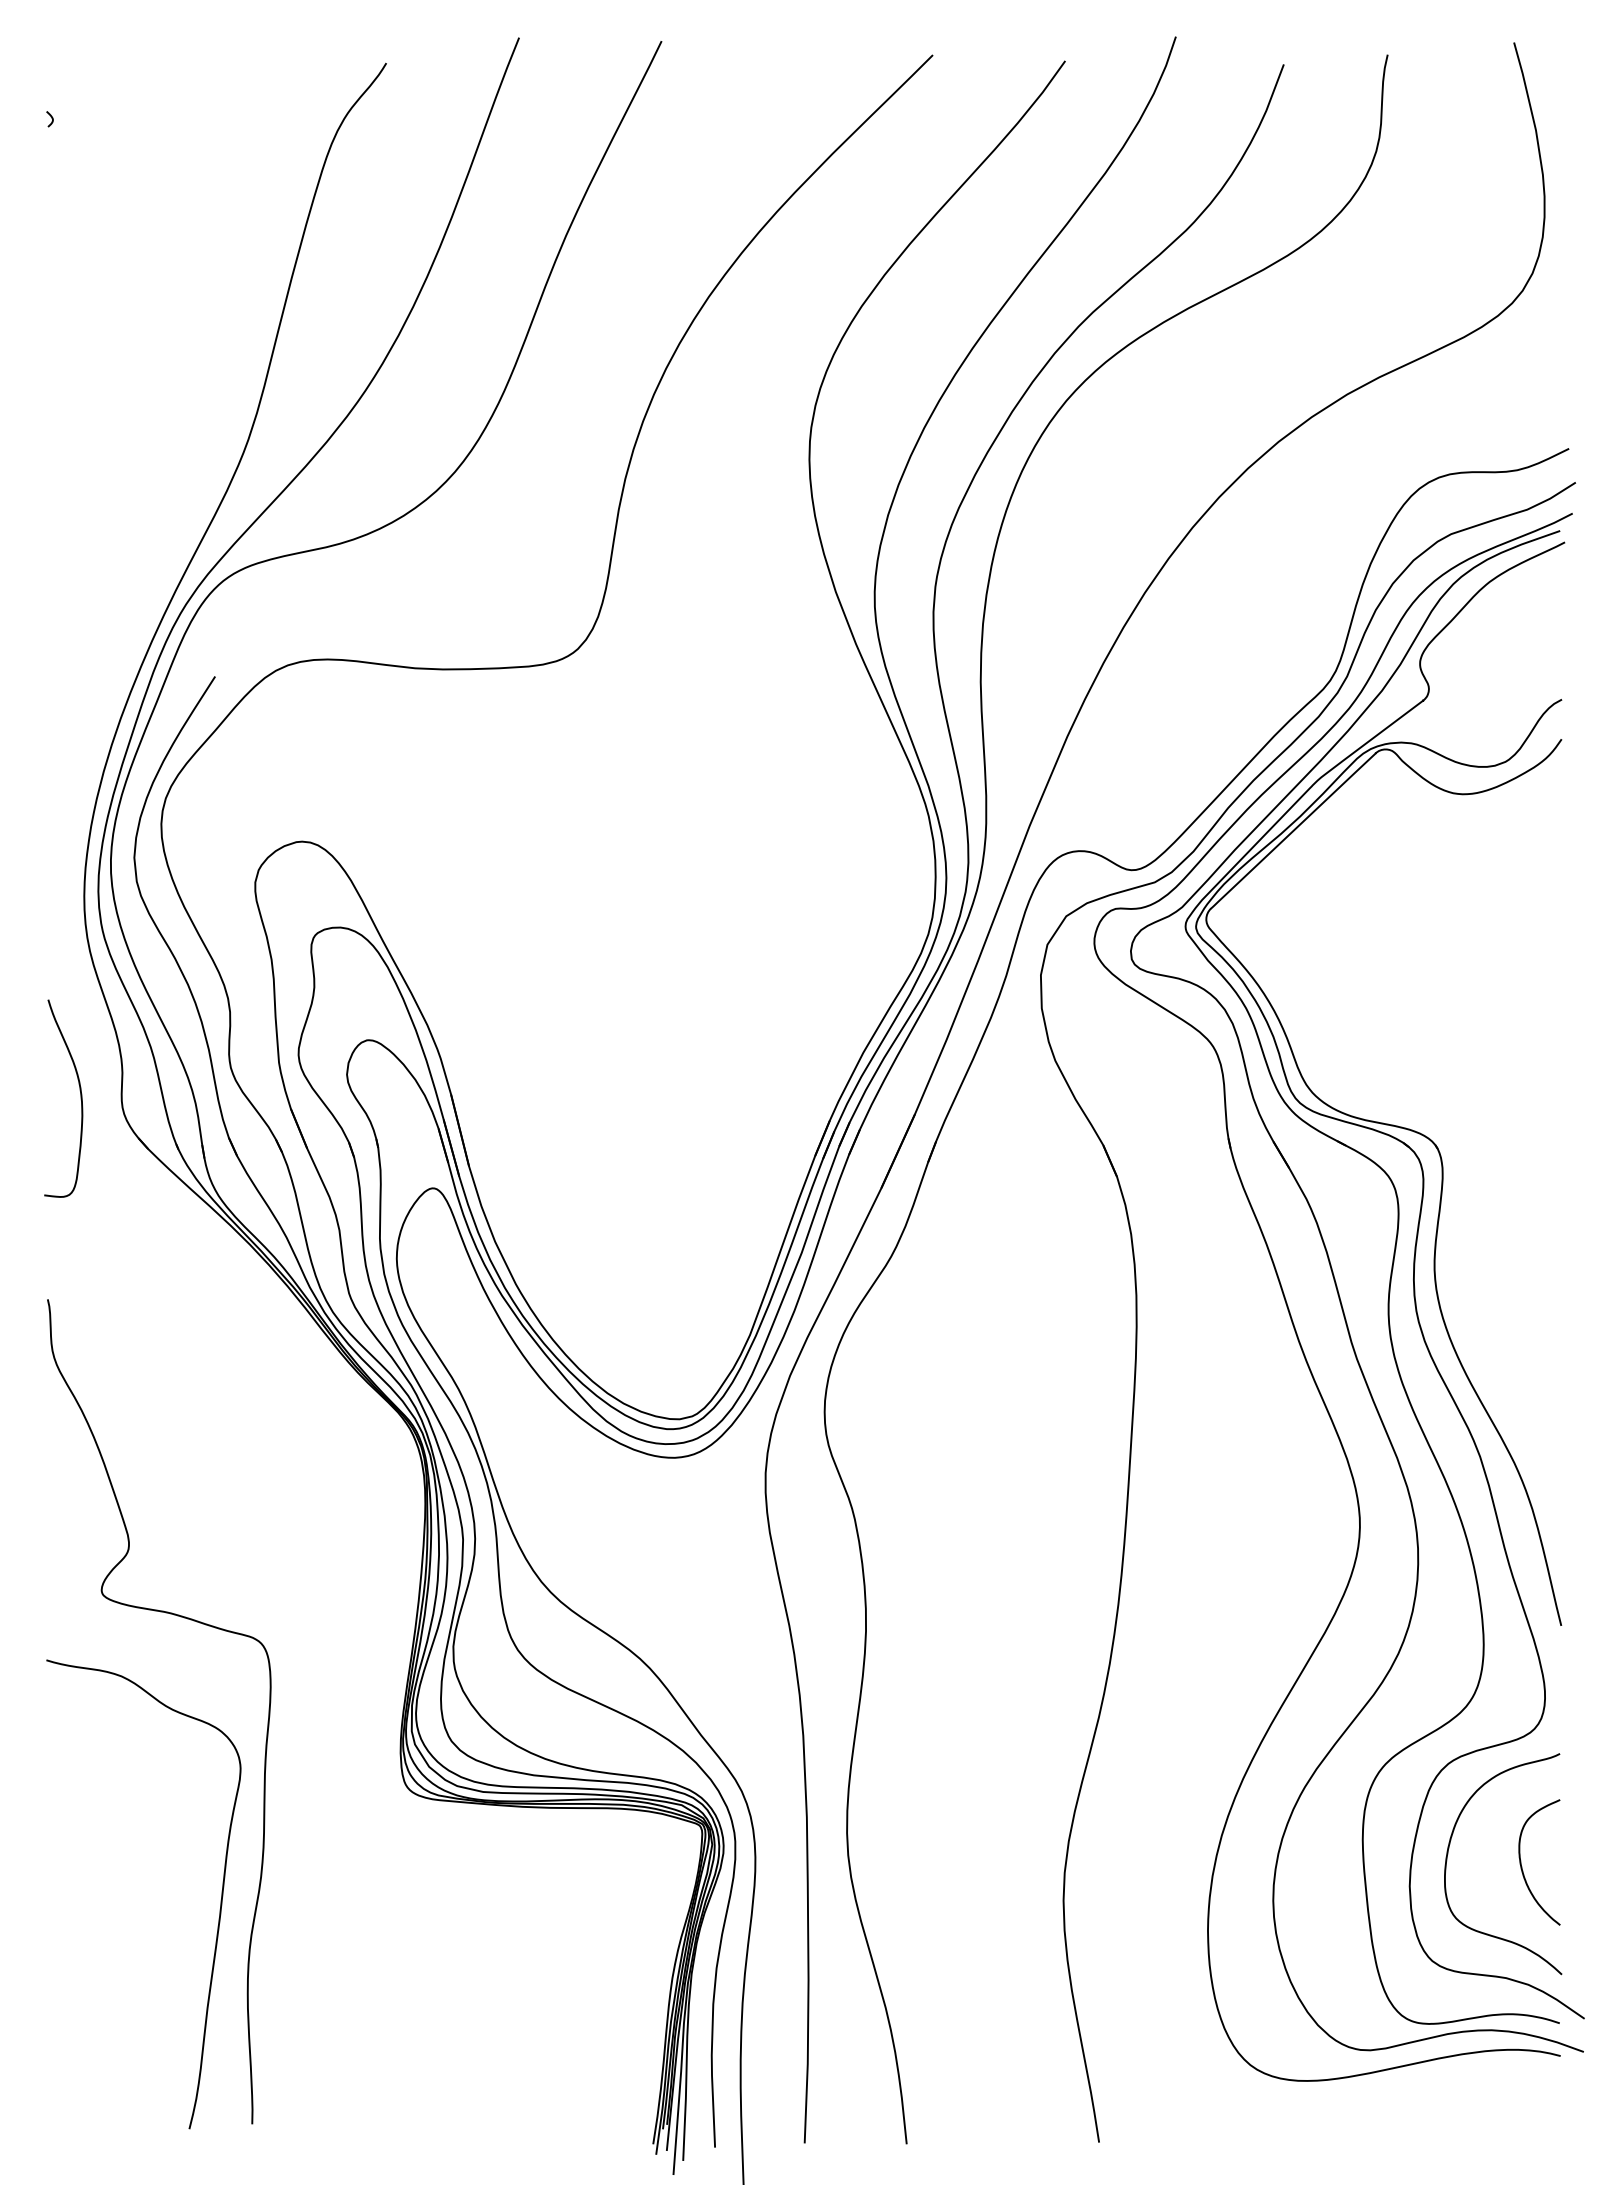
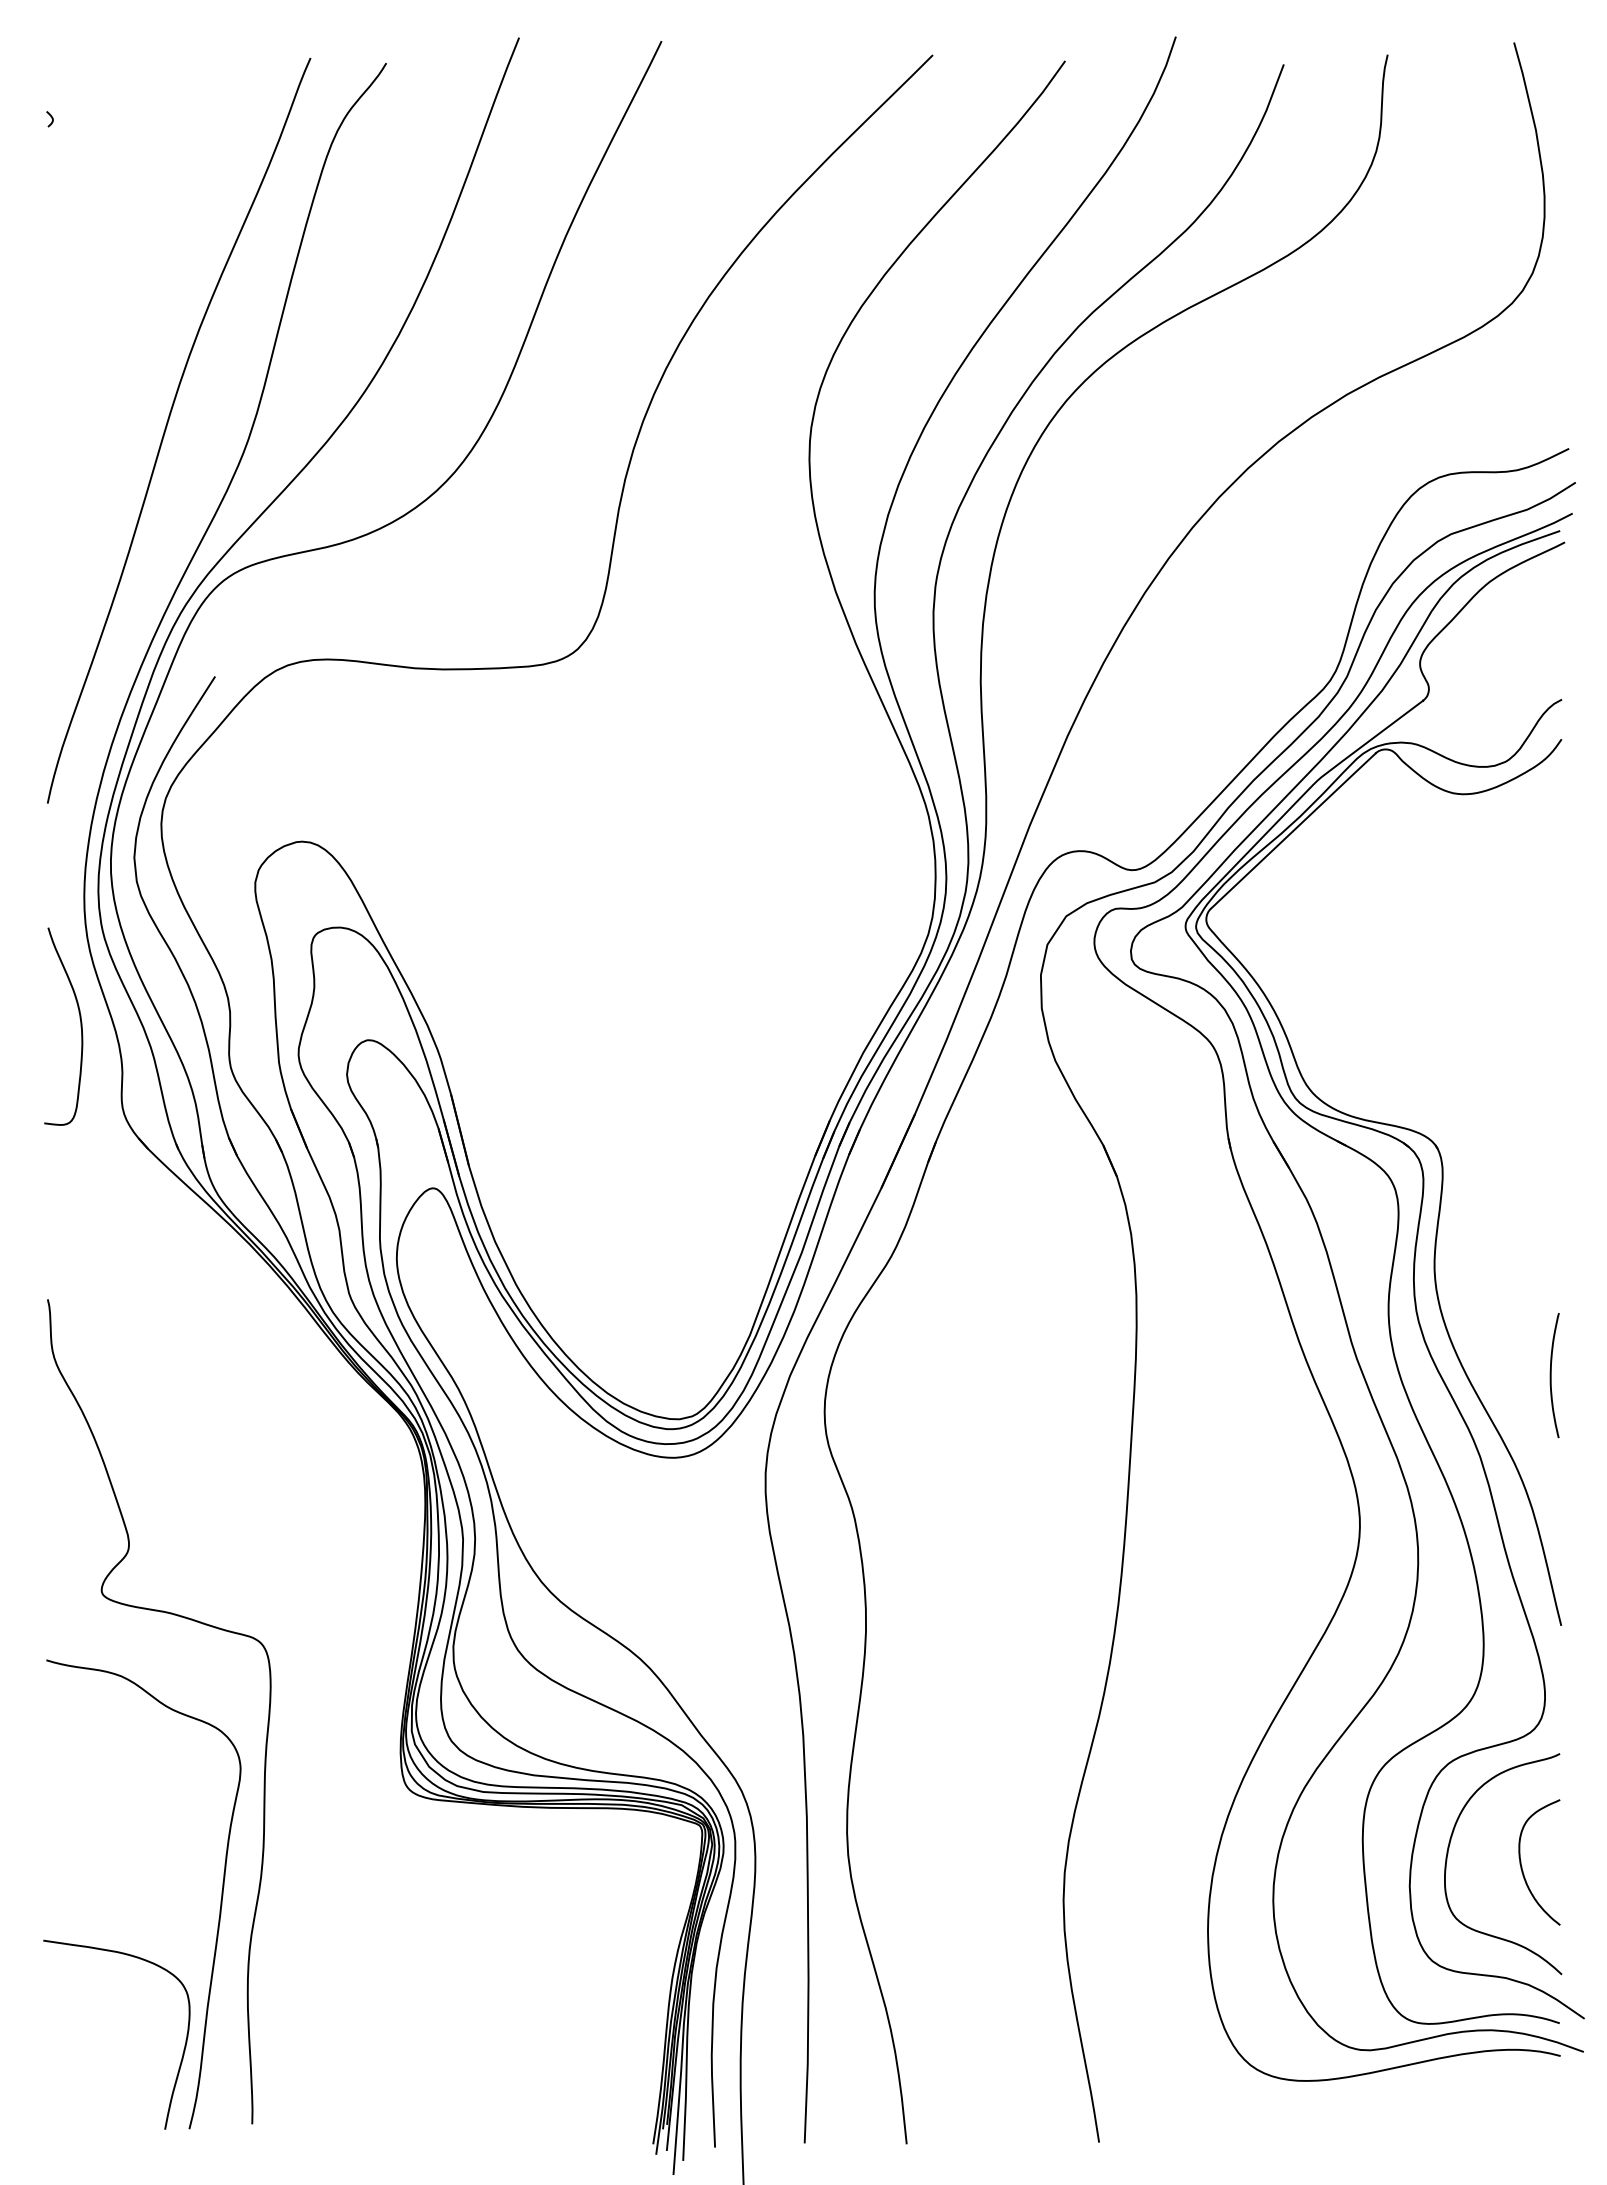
curve at (167, 426): none -> present
curve at (80, 1098) position: (80, 1098) -> (80, 1026)
curve at (1551, 1375): none -> present
curve at (183, 2049): none -> present
